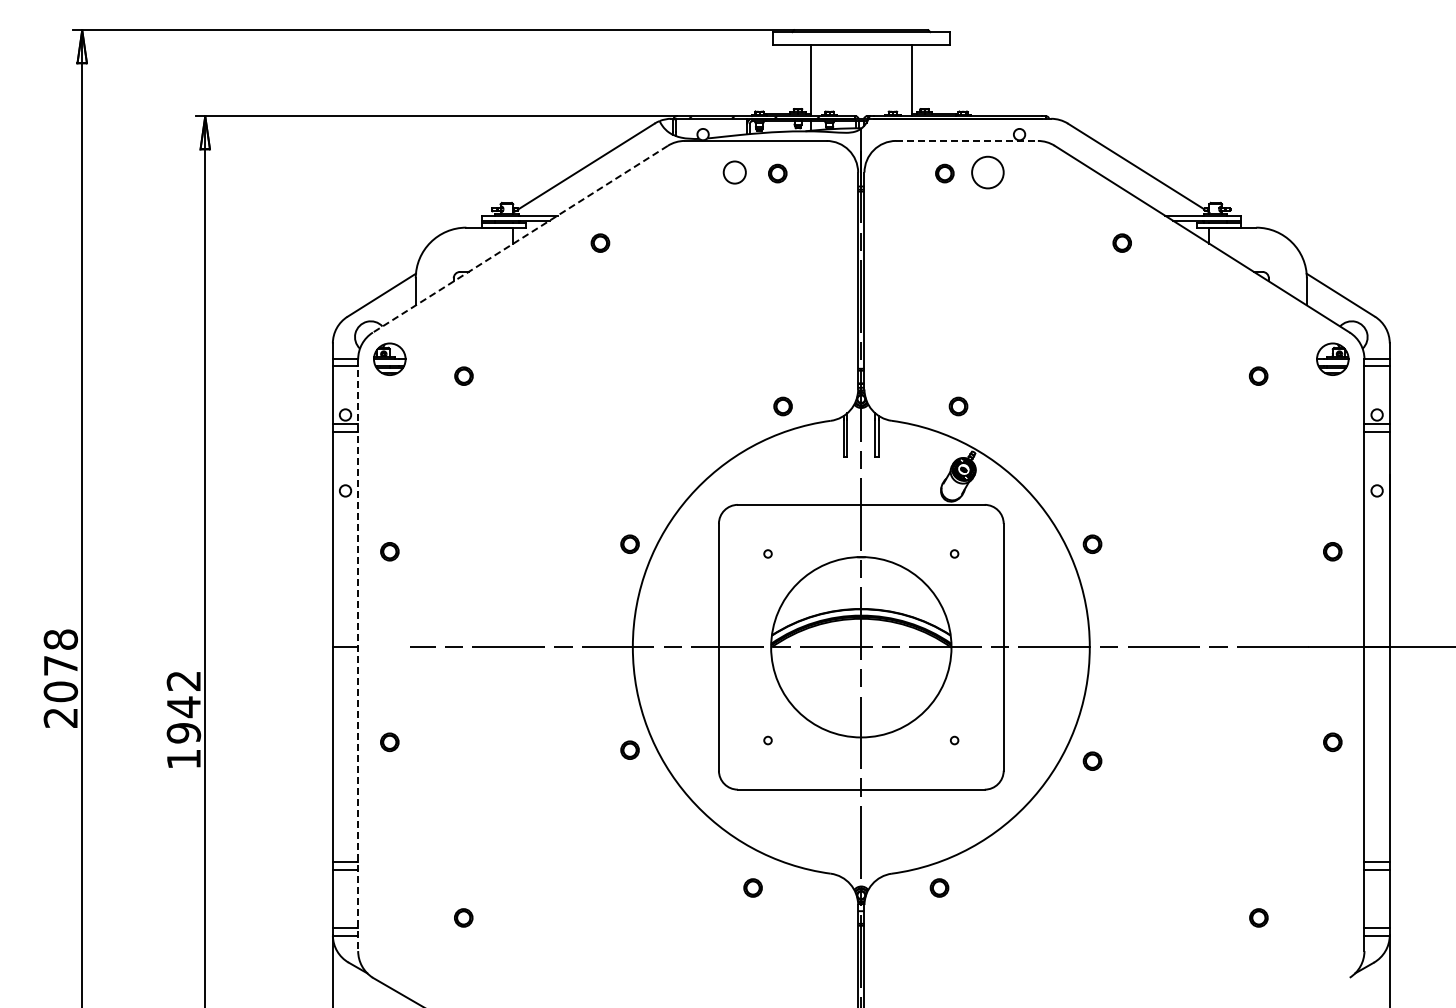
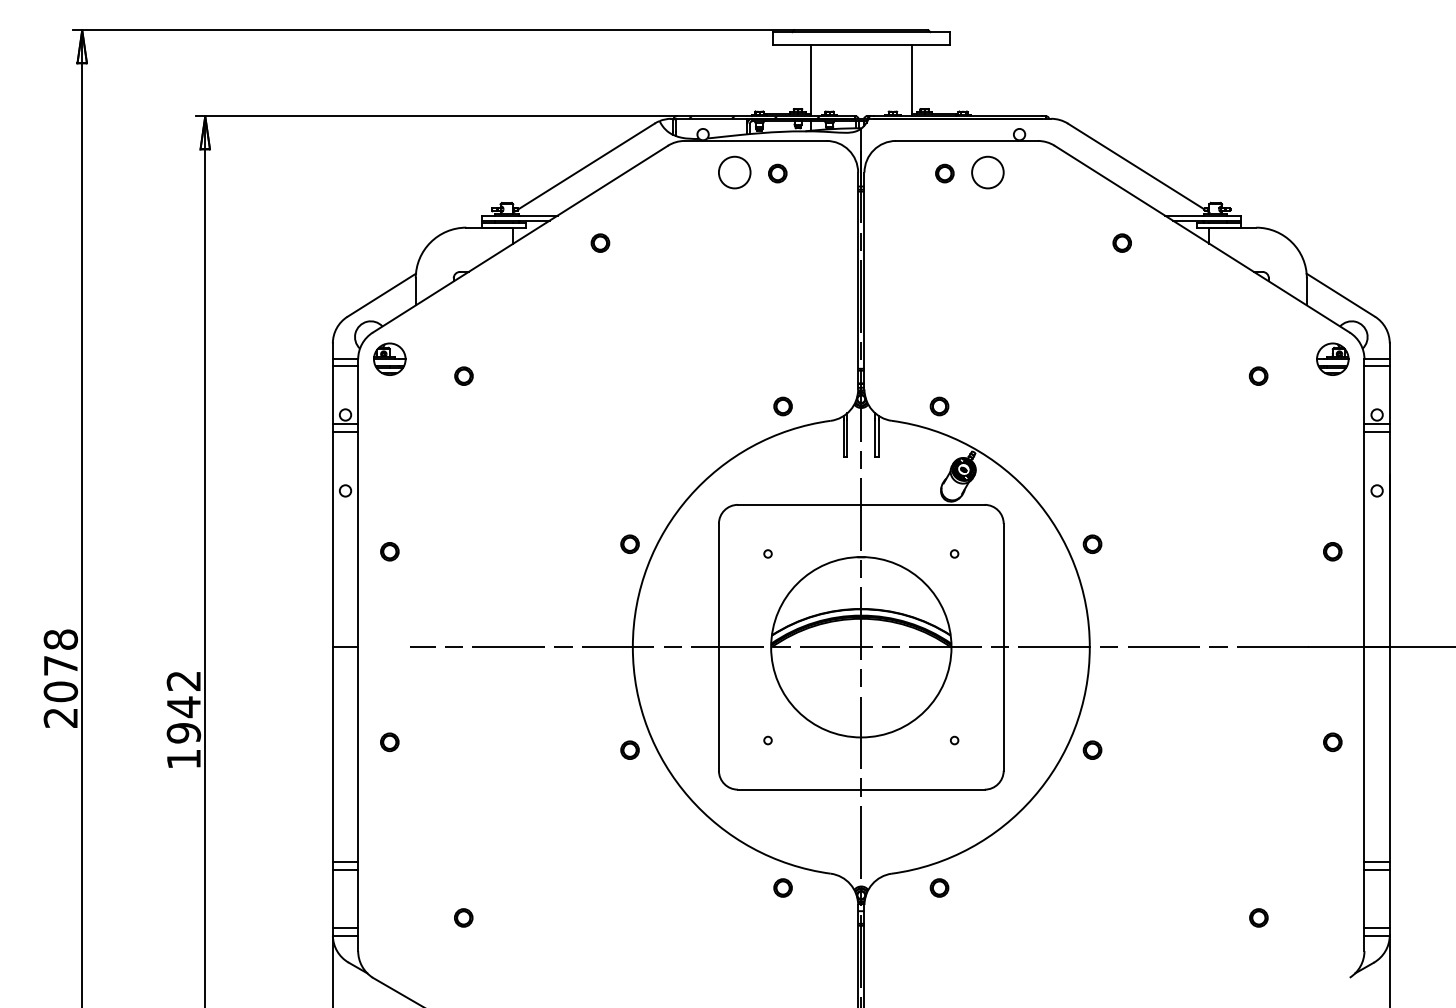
line at (967, 140): dashed -> solid
circle at (734, 172) size: 25x25 px -> 34x35 px
line at (520, 239): dashed -> solid
part at (958, 406) position: (958, 406) -> (939, 406)
line at (358, 655): dashed -> solid
part at (1092, 760) position: (1092, 760) -> (1092, 749)
part at (752, 887) position: (752, 887) -> (782, 887)
